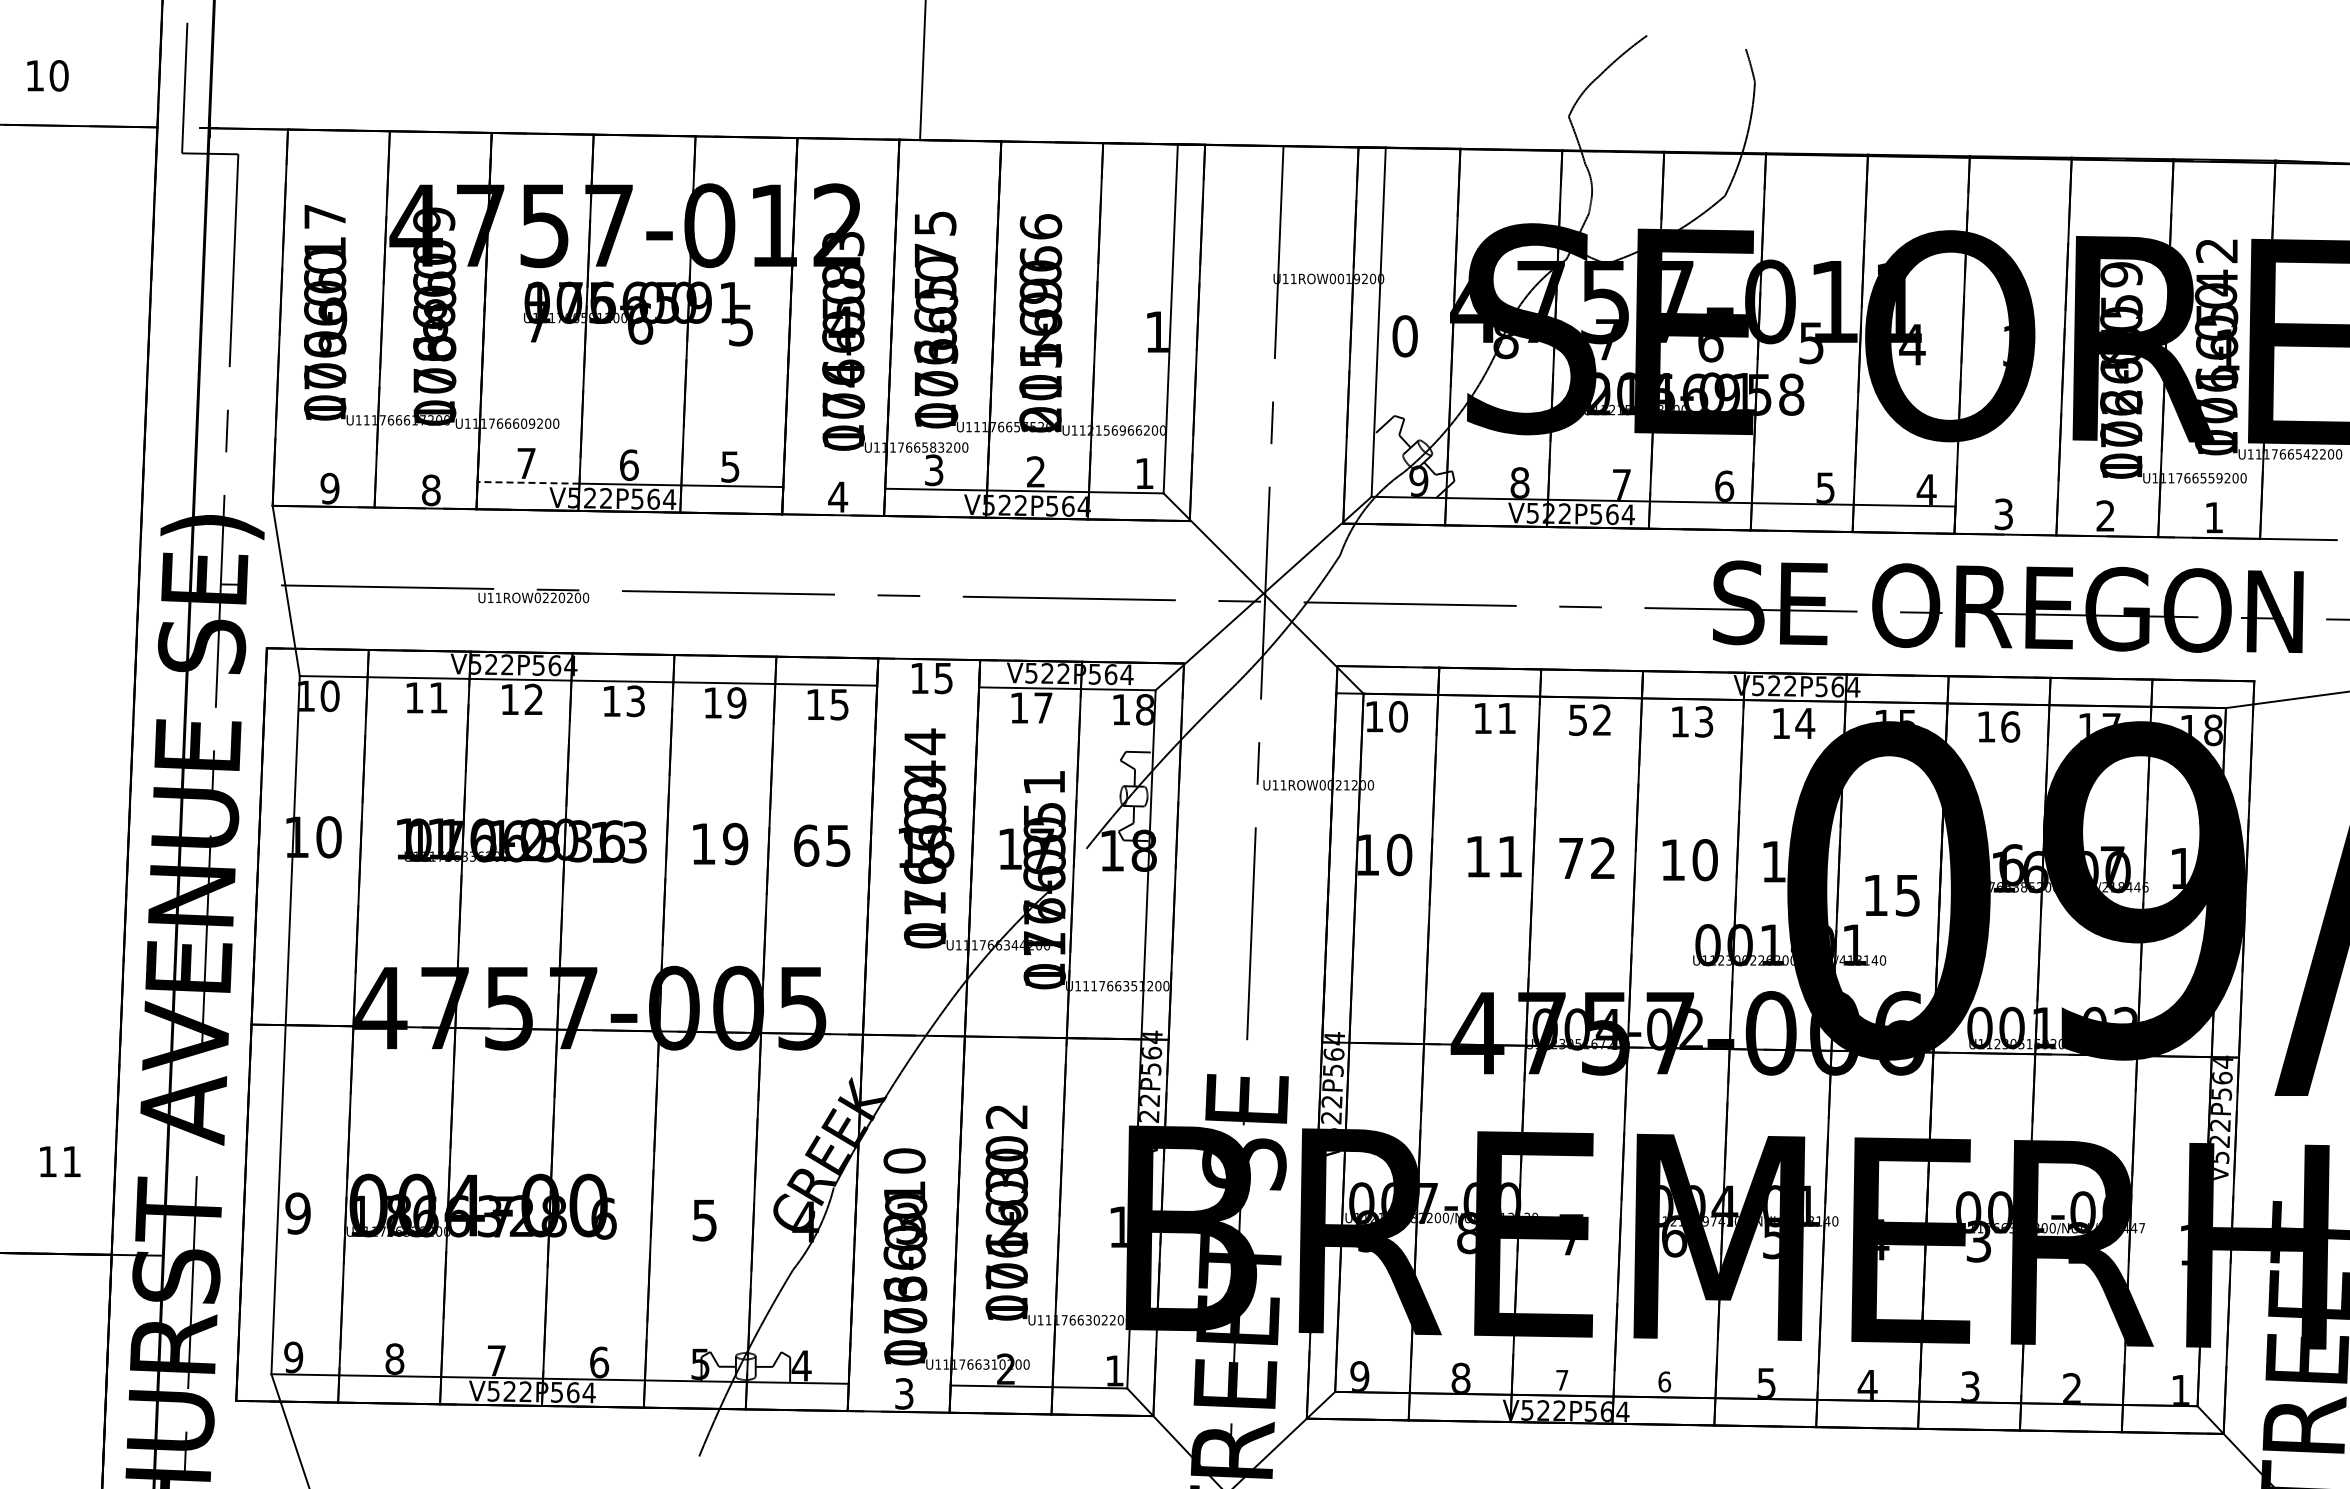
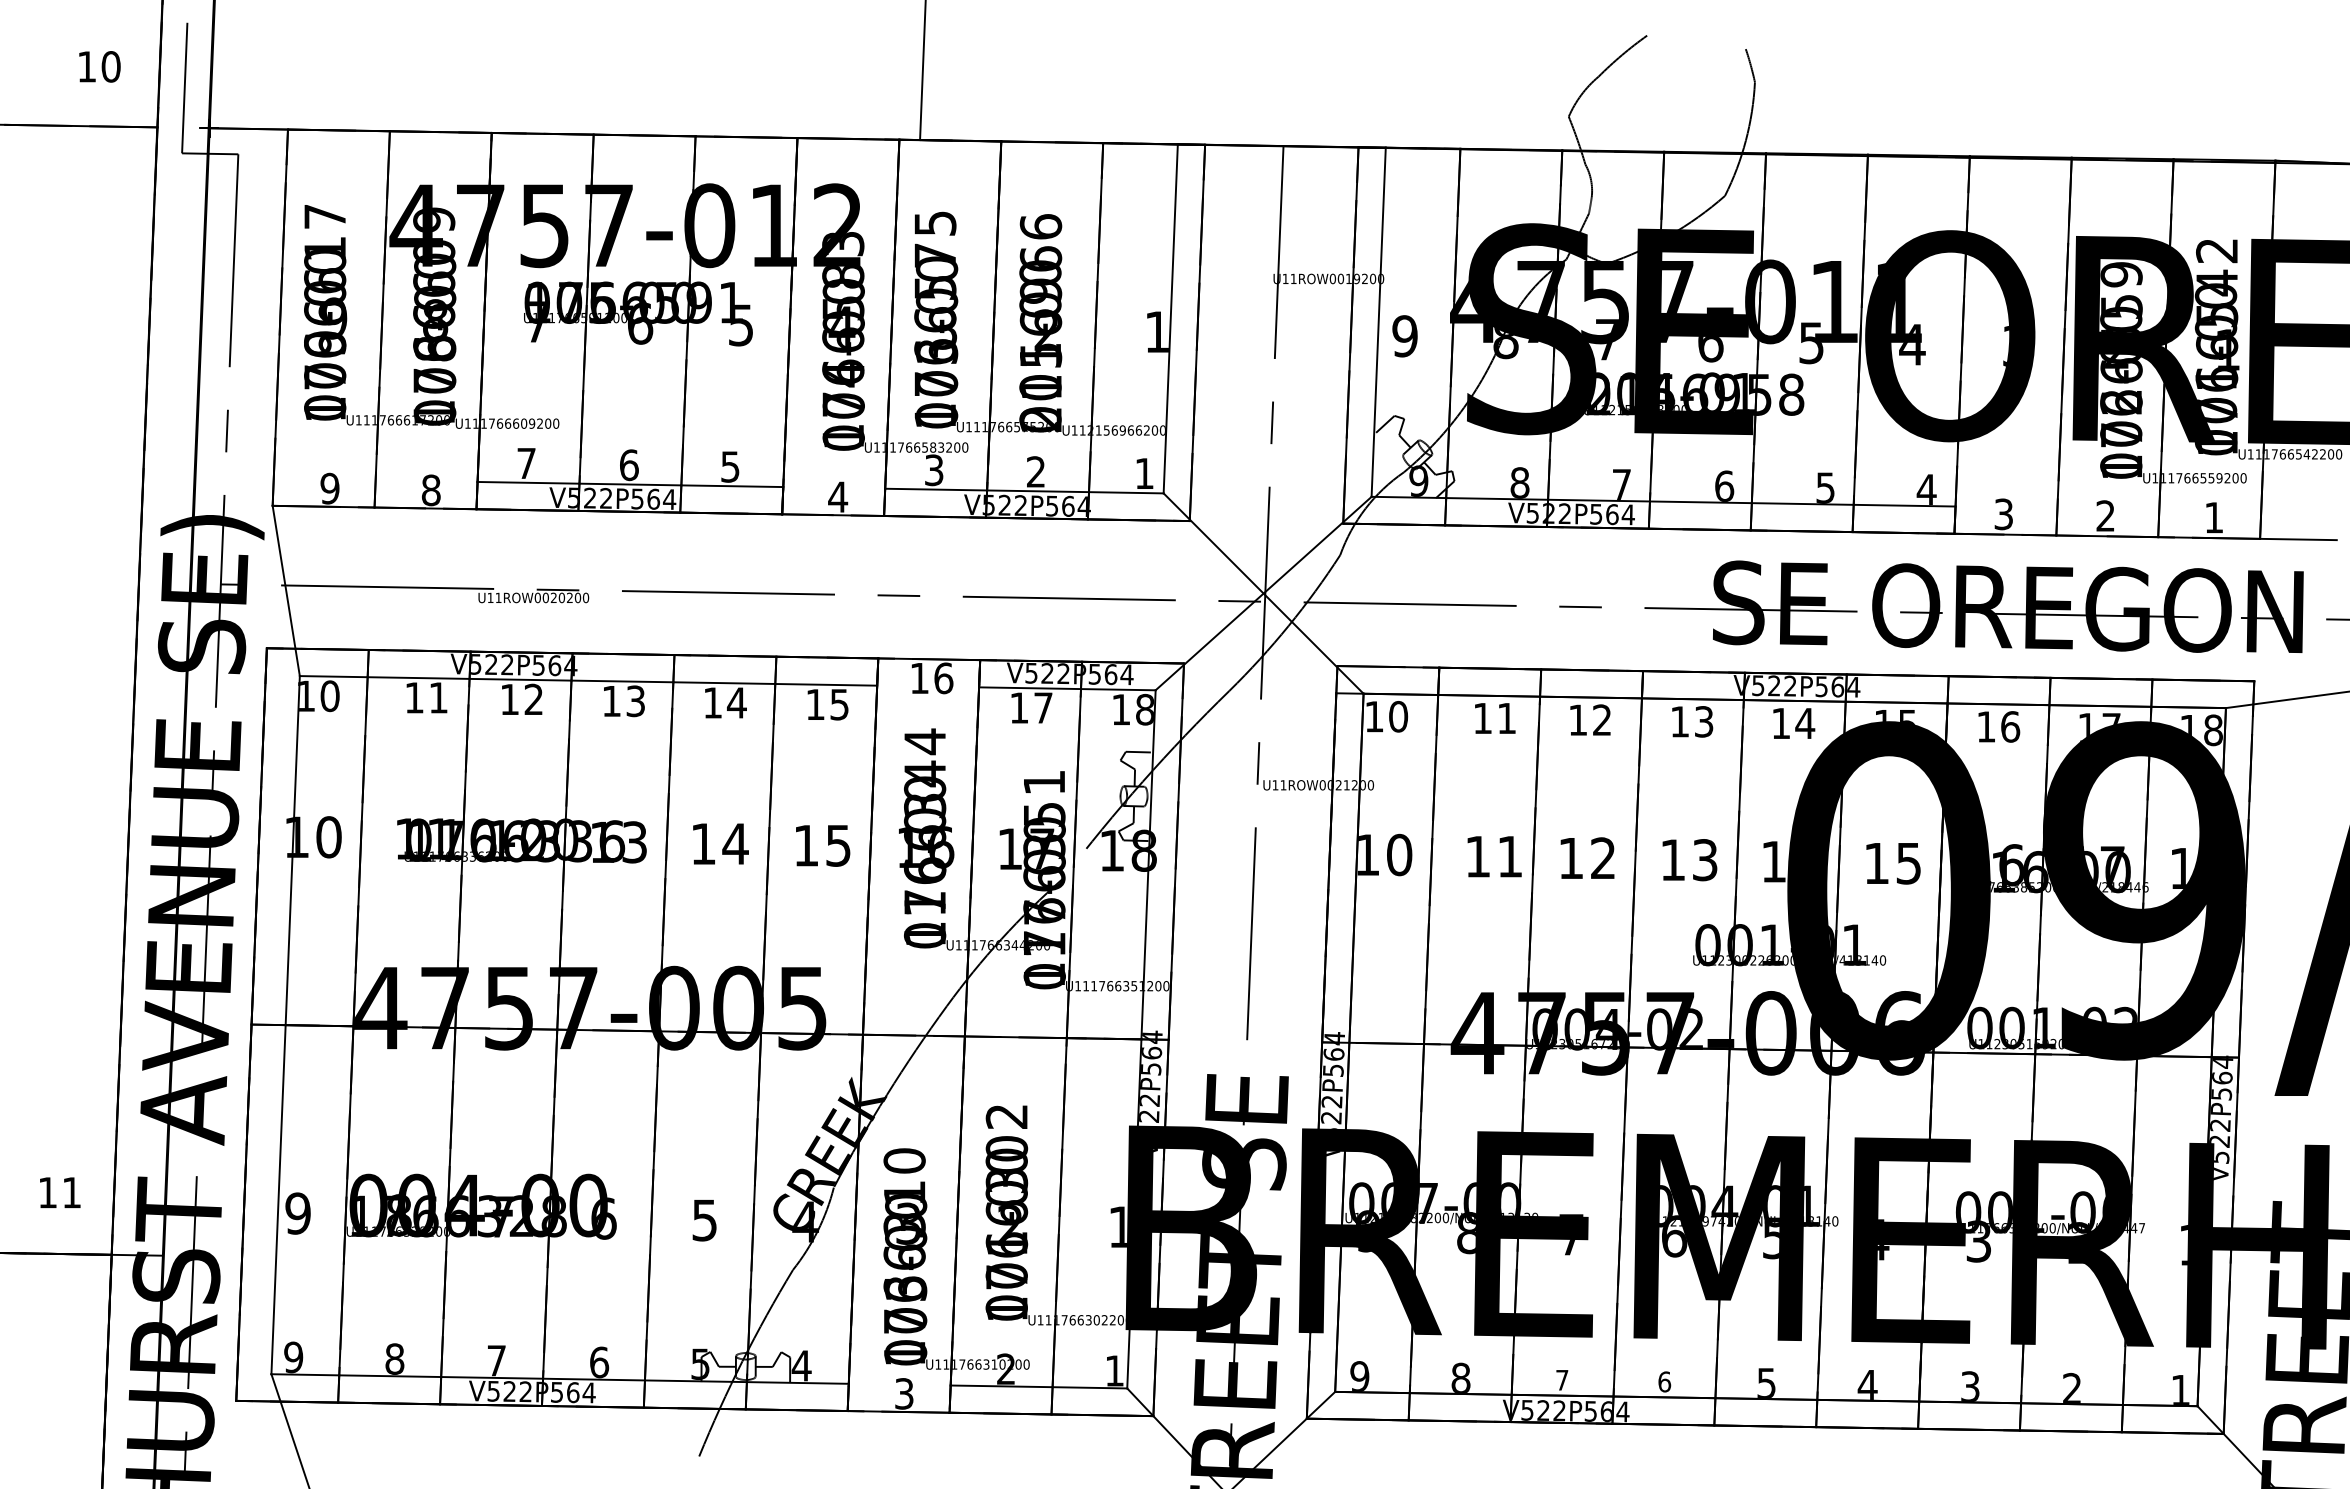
text at (47, 75) position: (47, 75) -> (99, 66)
text at (1404, 336): 0 -> 9
line at (528, 482): dashed -> solid
text at (545, 597): U11ROW0220200 -> U11ROW0020200
text at (943, 678): 15 -> 16
text at (736, 702): 19 -> 14
text at (1577, 720): 52 -> 12
text at (735, 843): 19 -> 14
text at (806, 845): 65 -> 15
text at (1570, 858): 72 -> 12
text at (1704, 860): 10 -> 13
text at (1892, 895) position: (1892, 895) -> (1893, 863)
text at (60, 1161) position: (60, 1161) -> (60, 1192)
